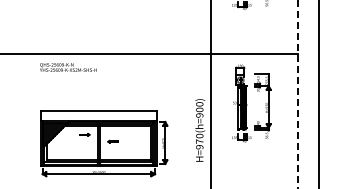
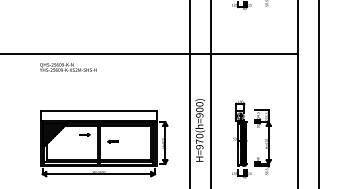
line at (189, 93): none -> present
line at (297, 94): dashed -> solid
part at (251, 103) position: (251, 103) -> (251, 139)
